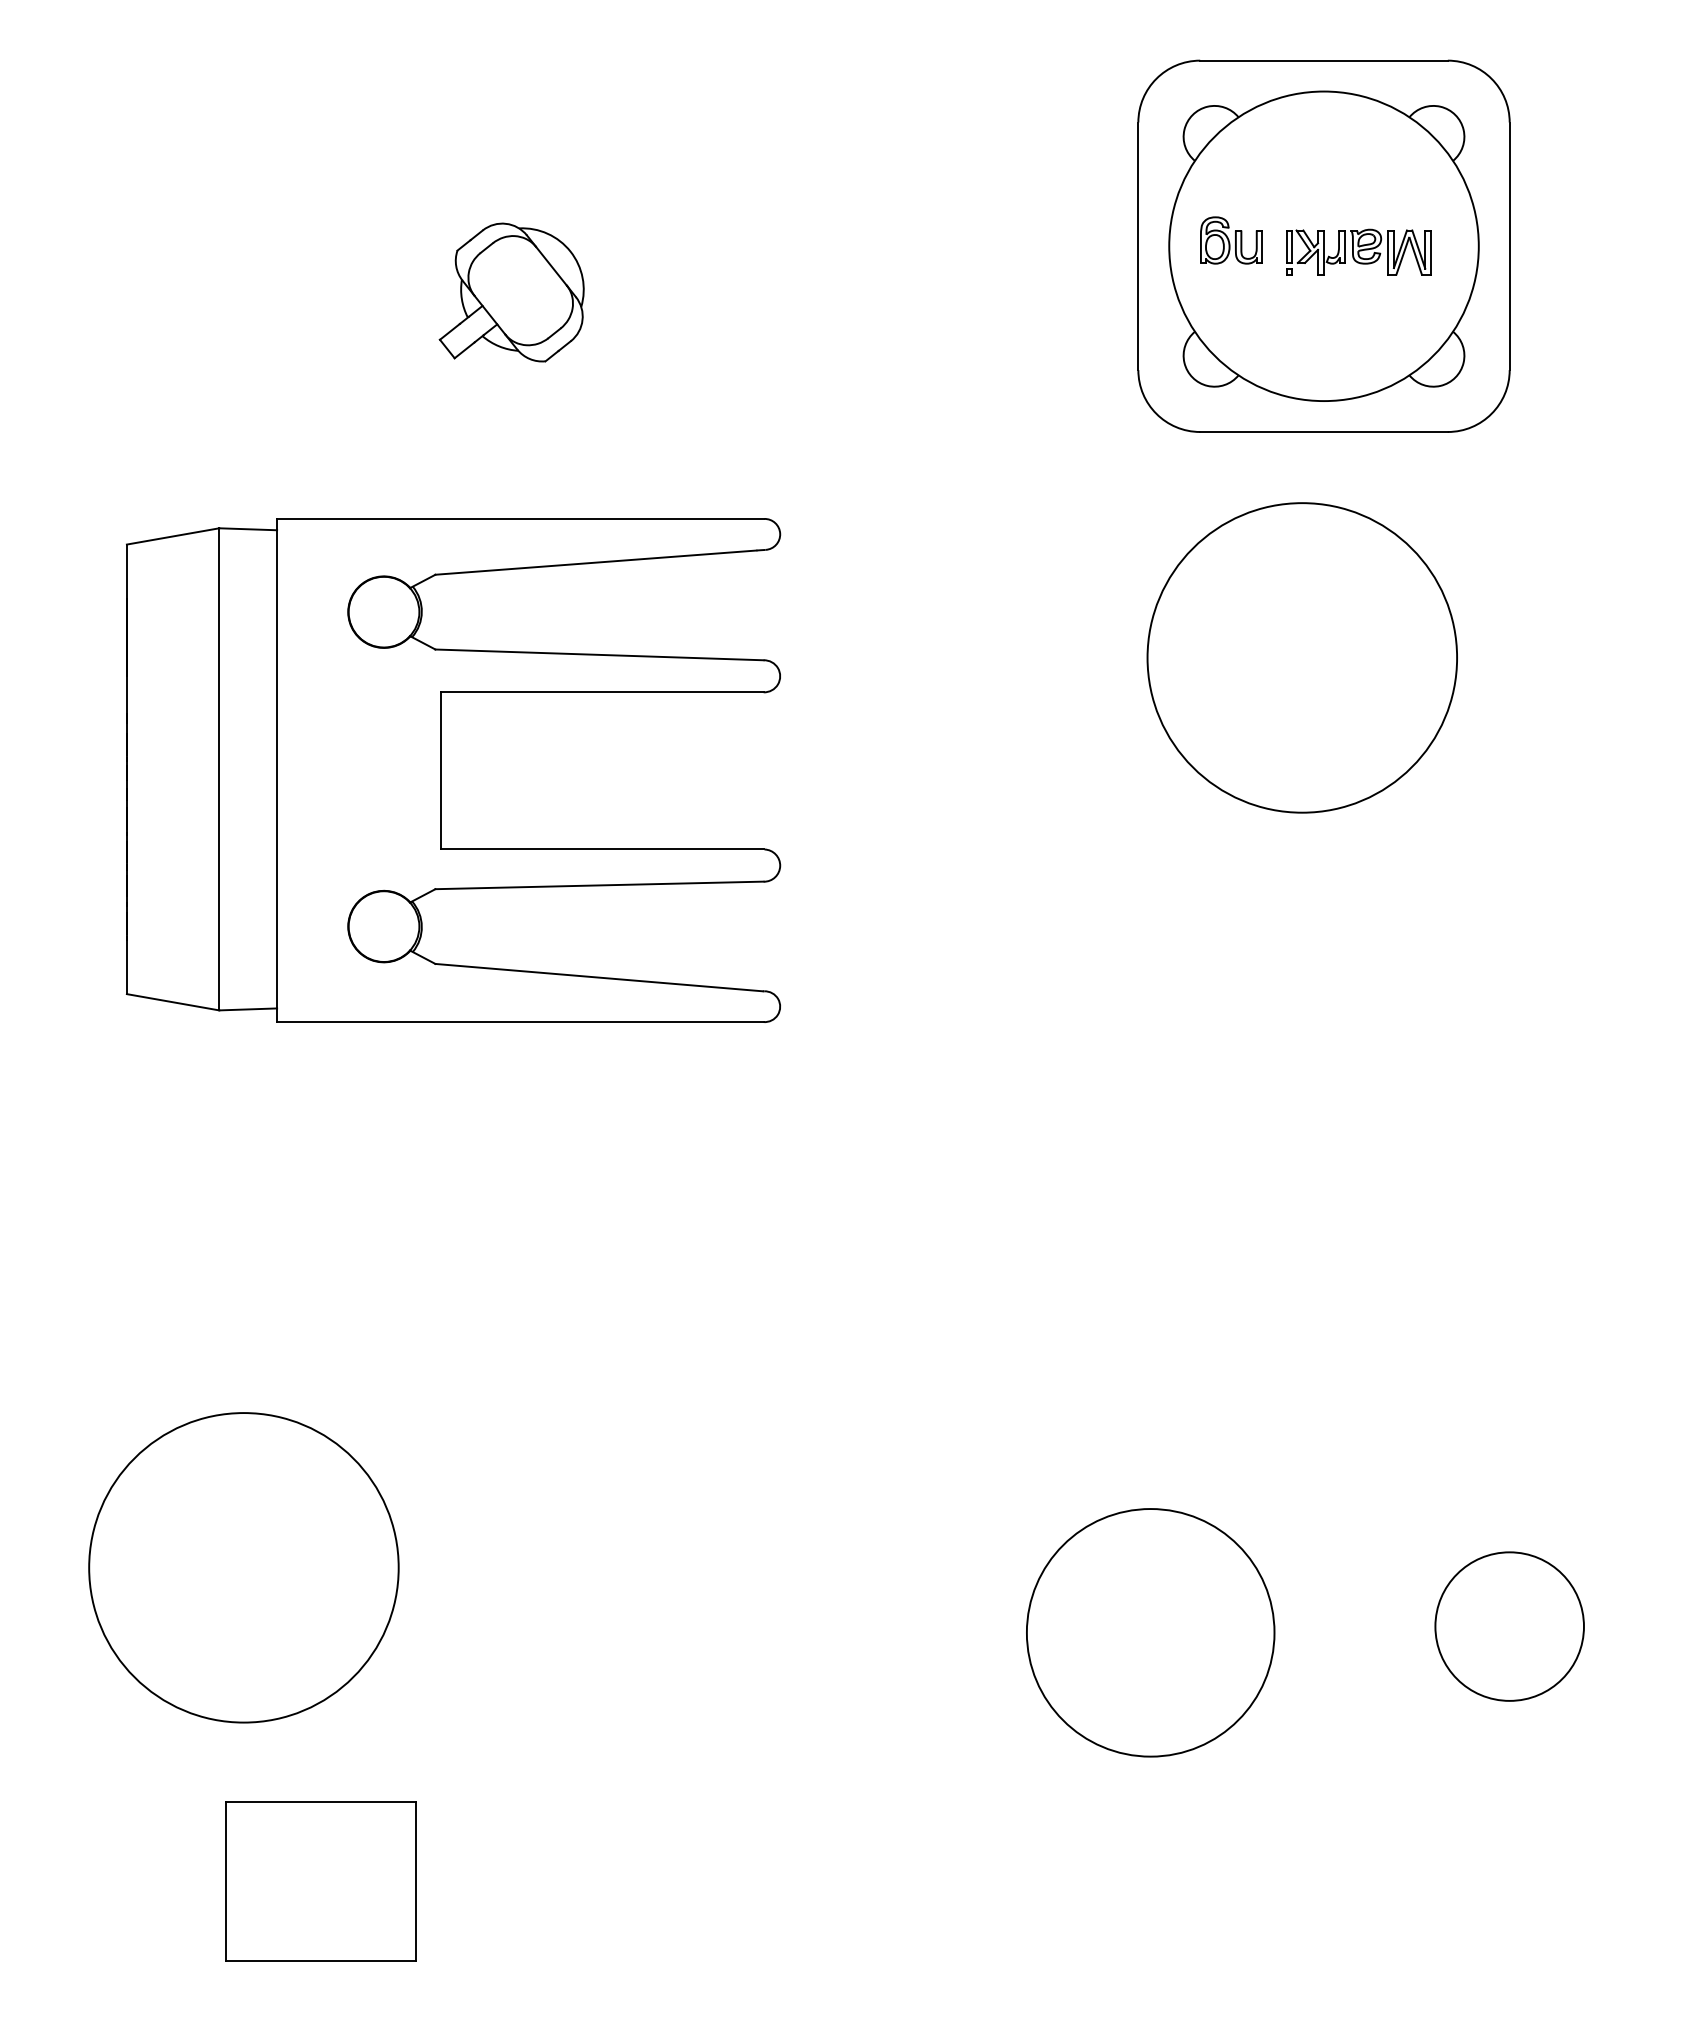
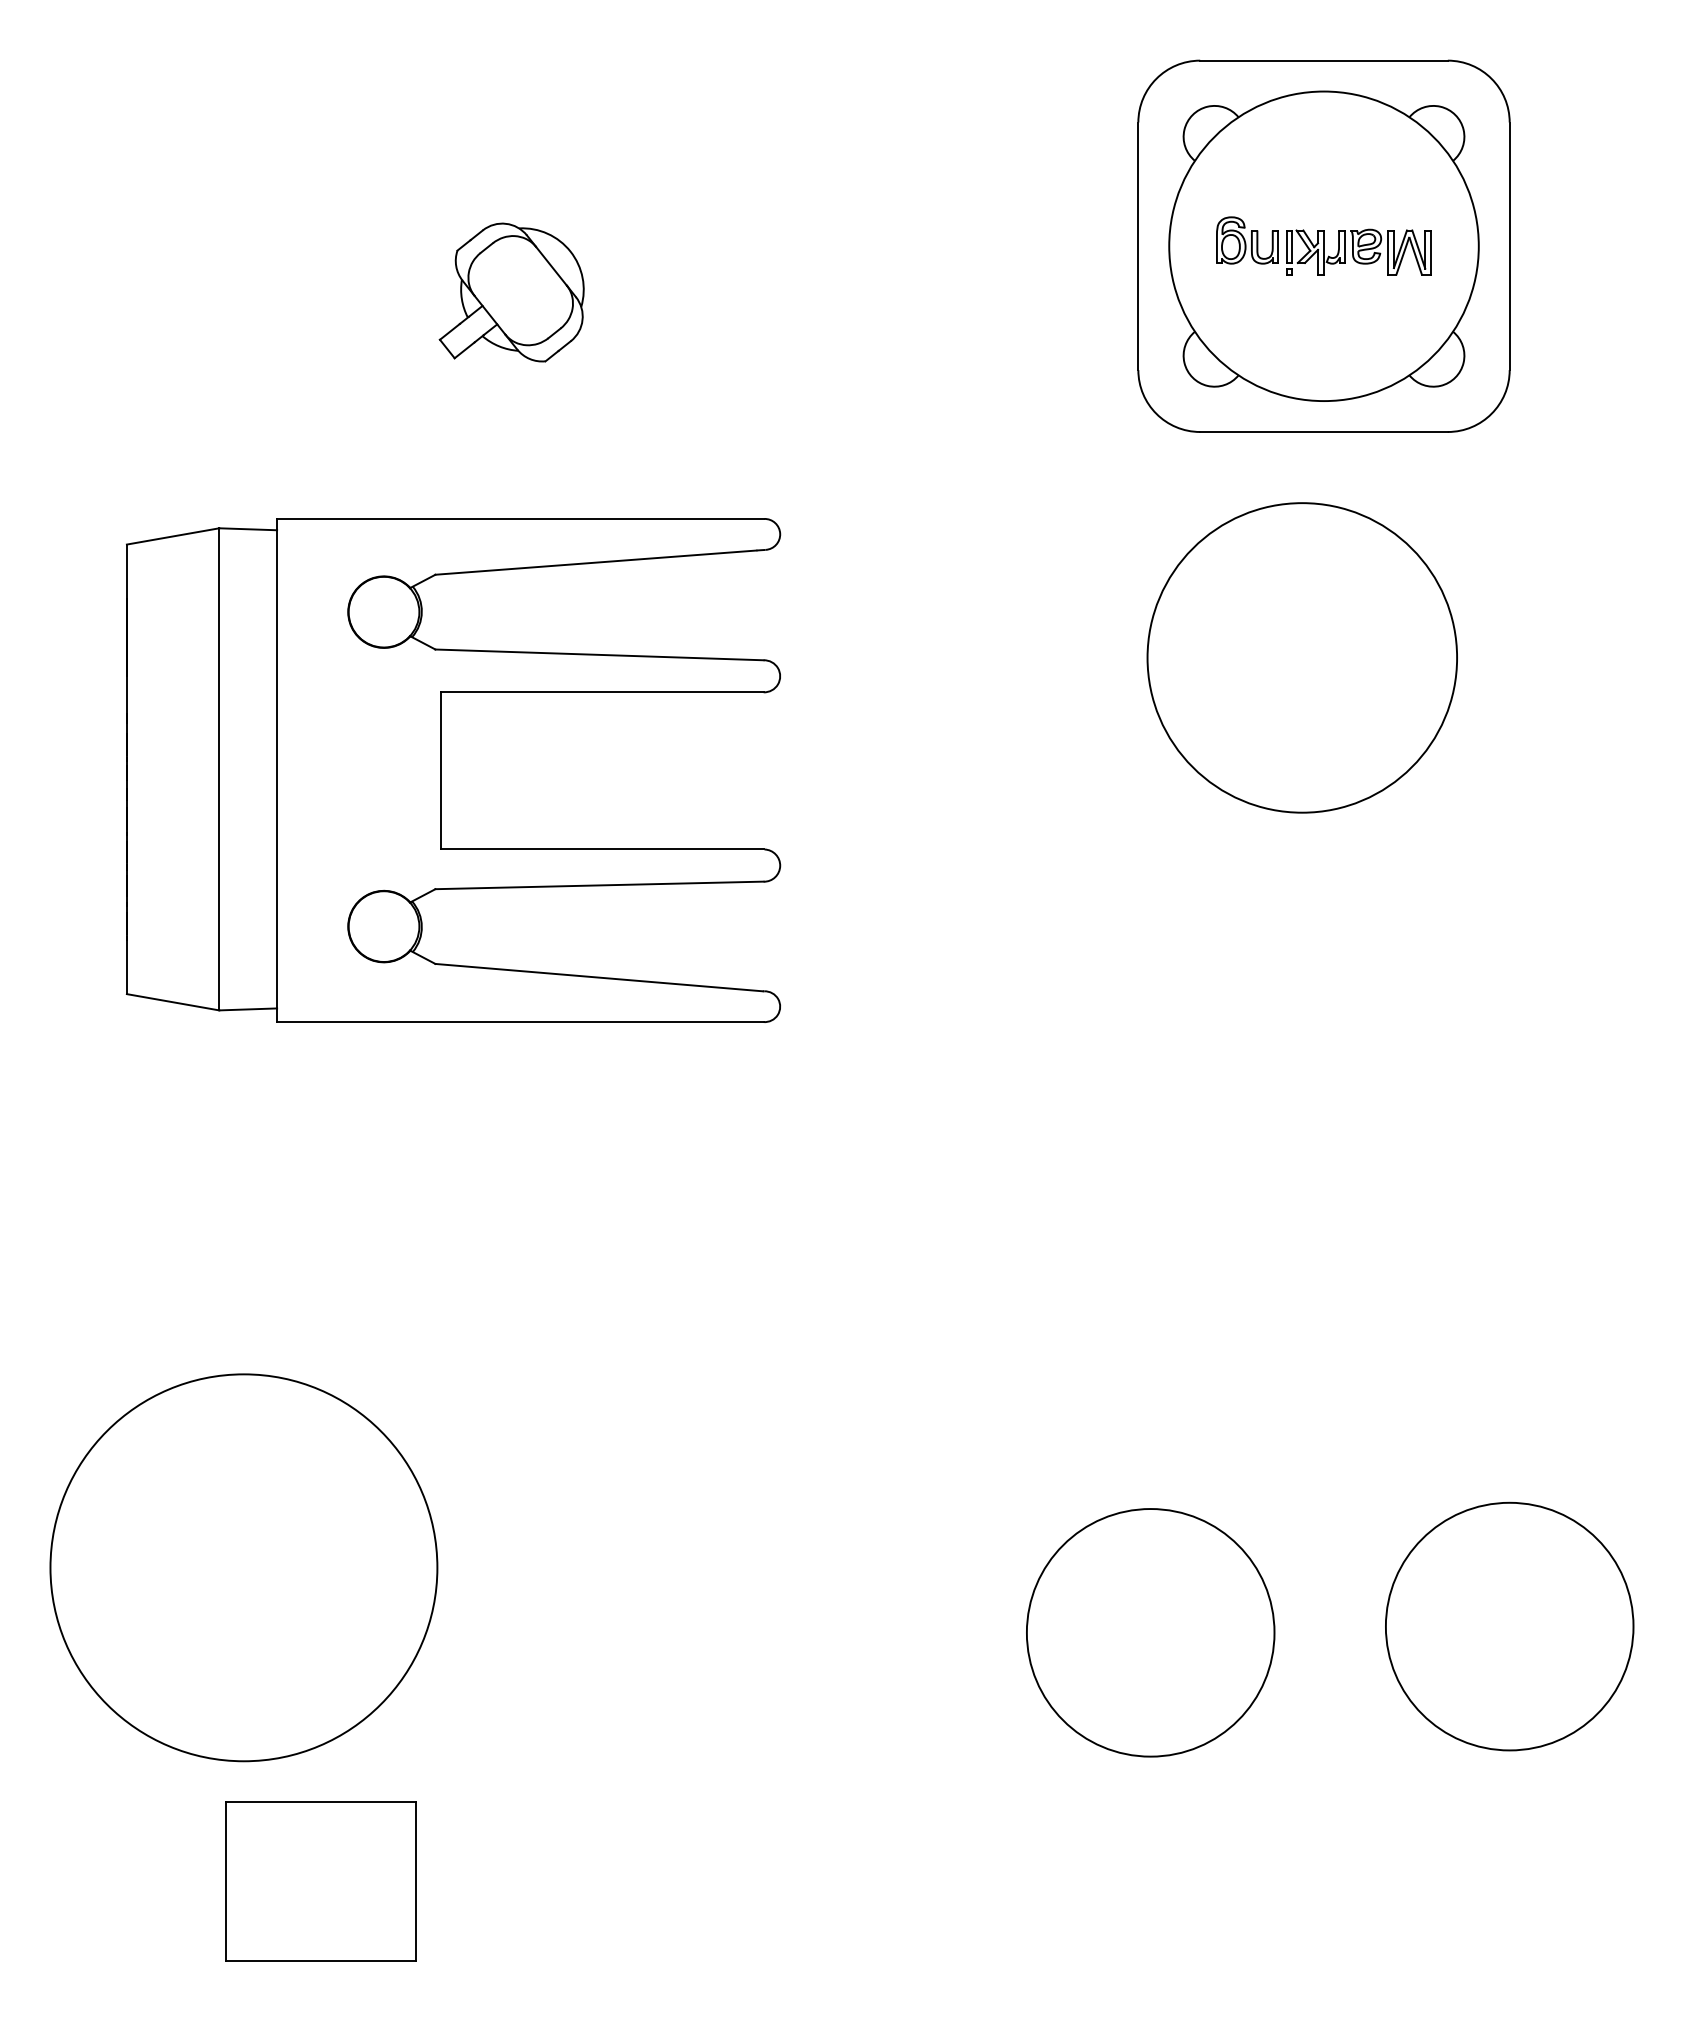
part at (1231, 240) position: (1231, 240) -> (1247, 240)
circle at (243, 1567) diameter: 310 px -> 387 px
circle at (1509, 1626) diameter: 149 px -> 248 px
